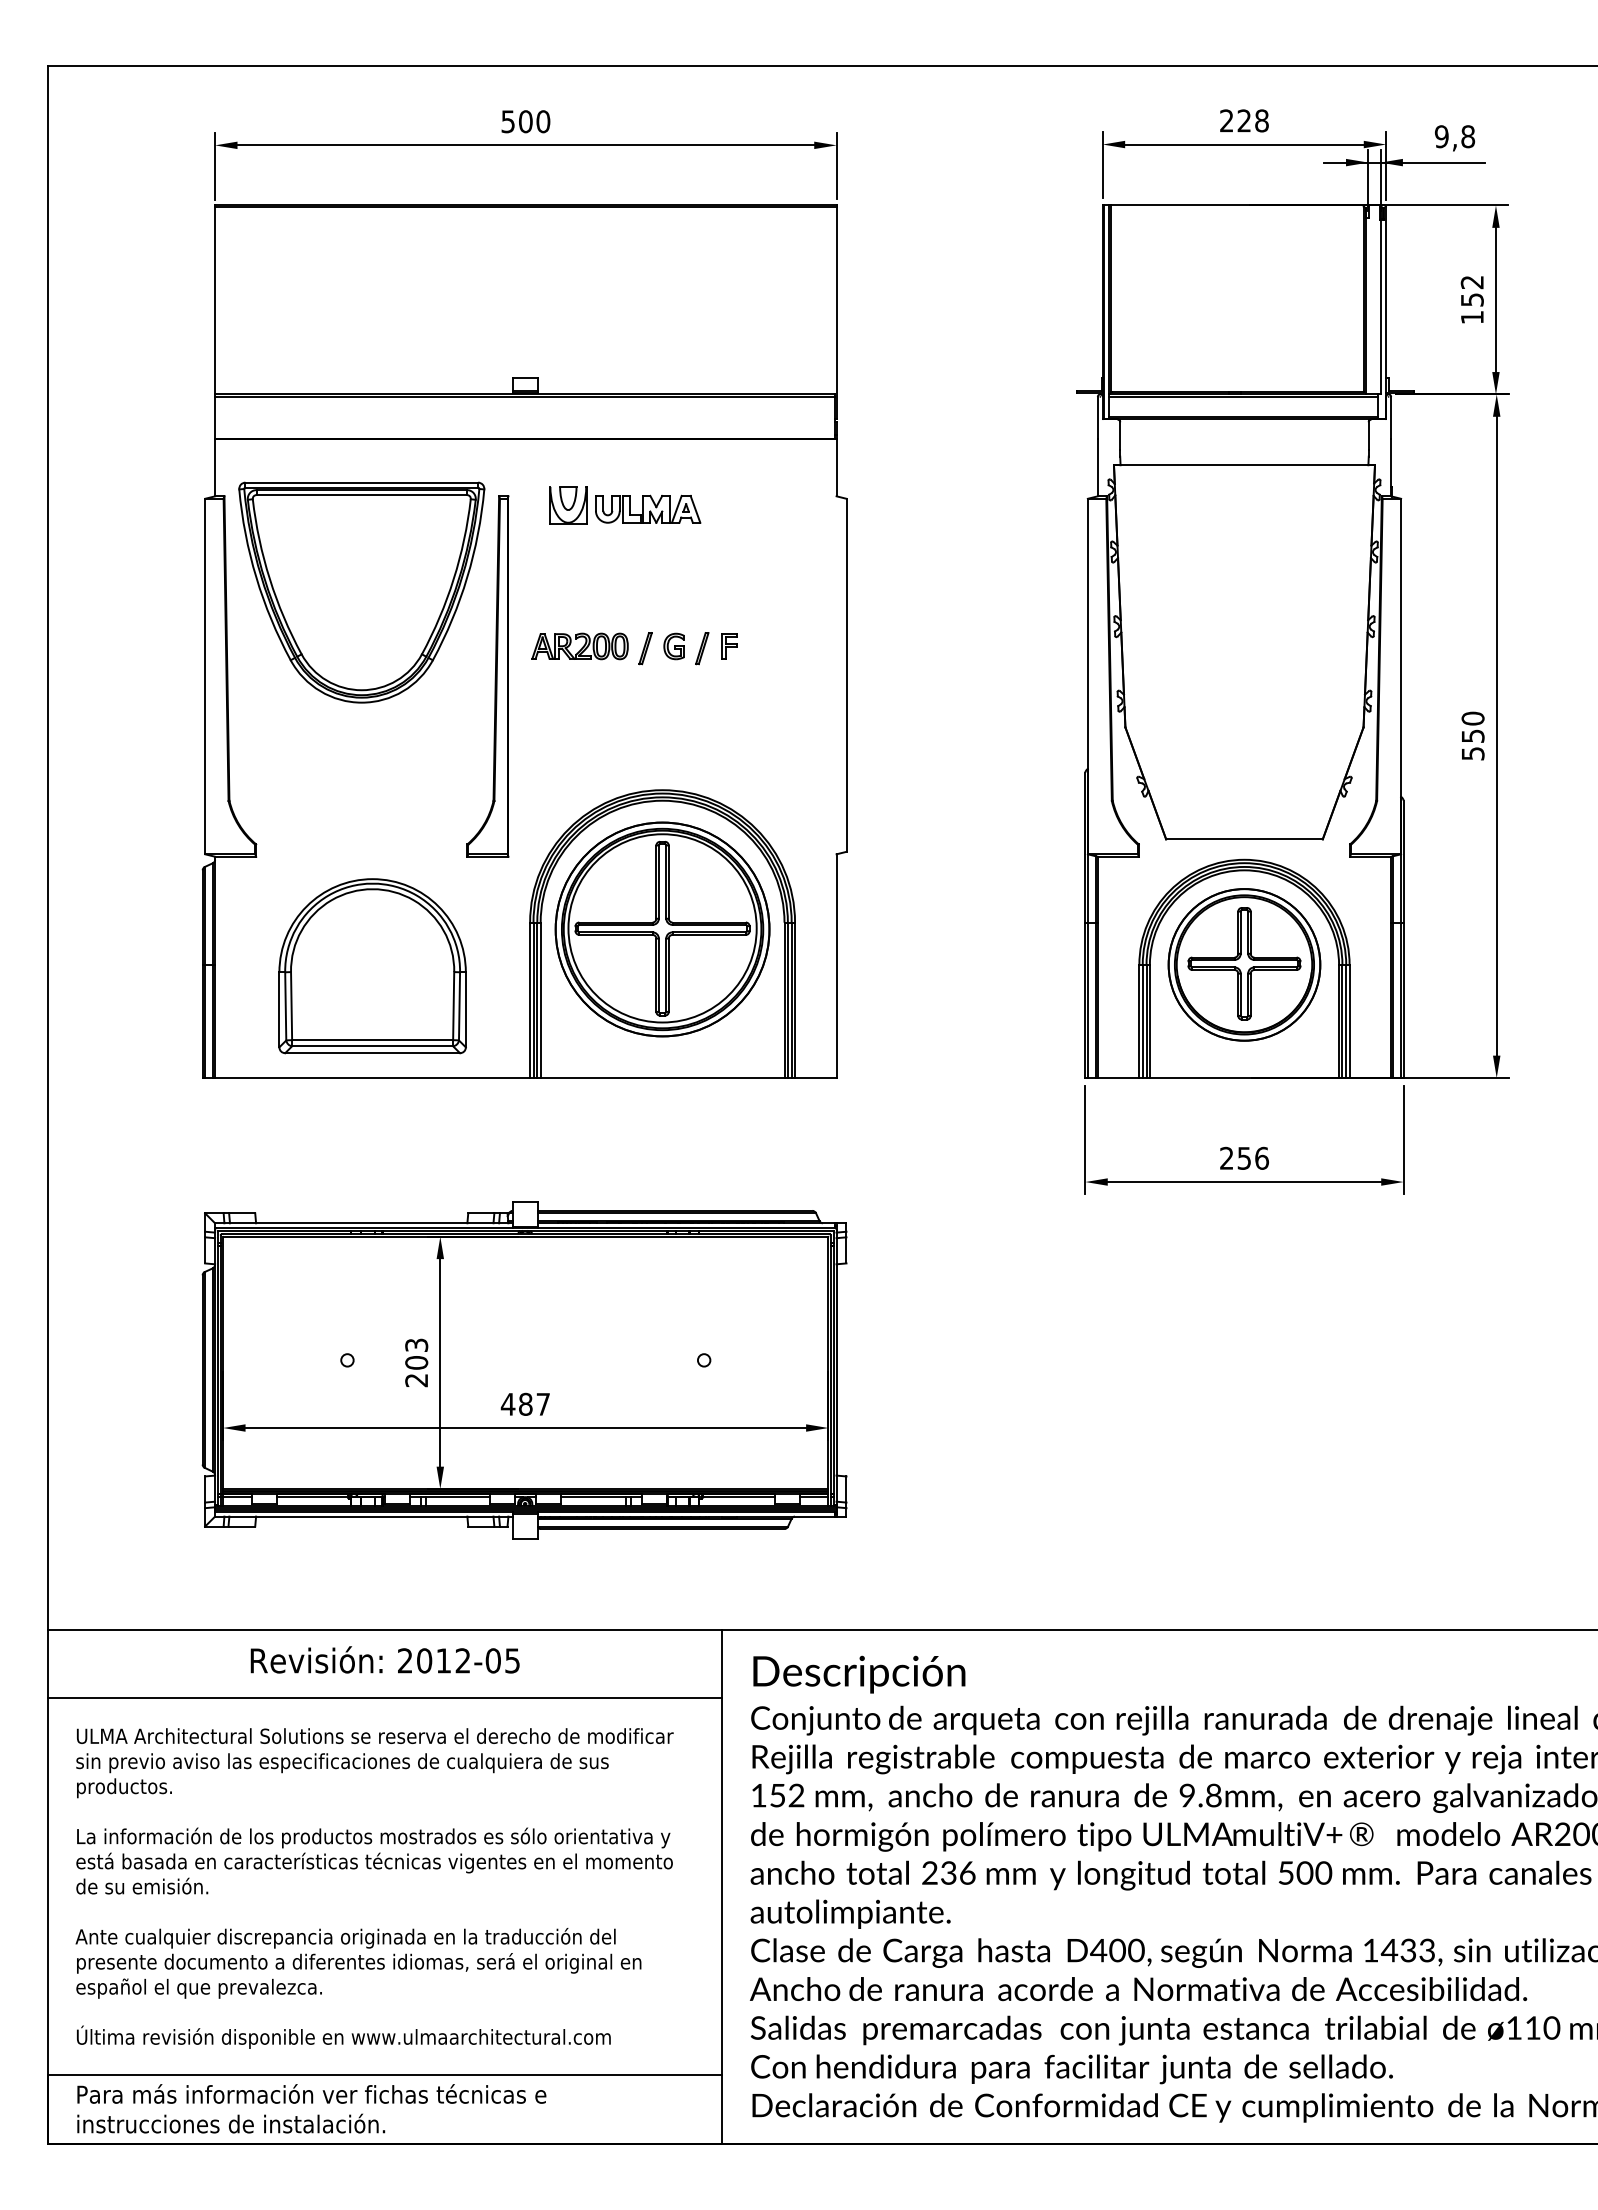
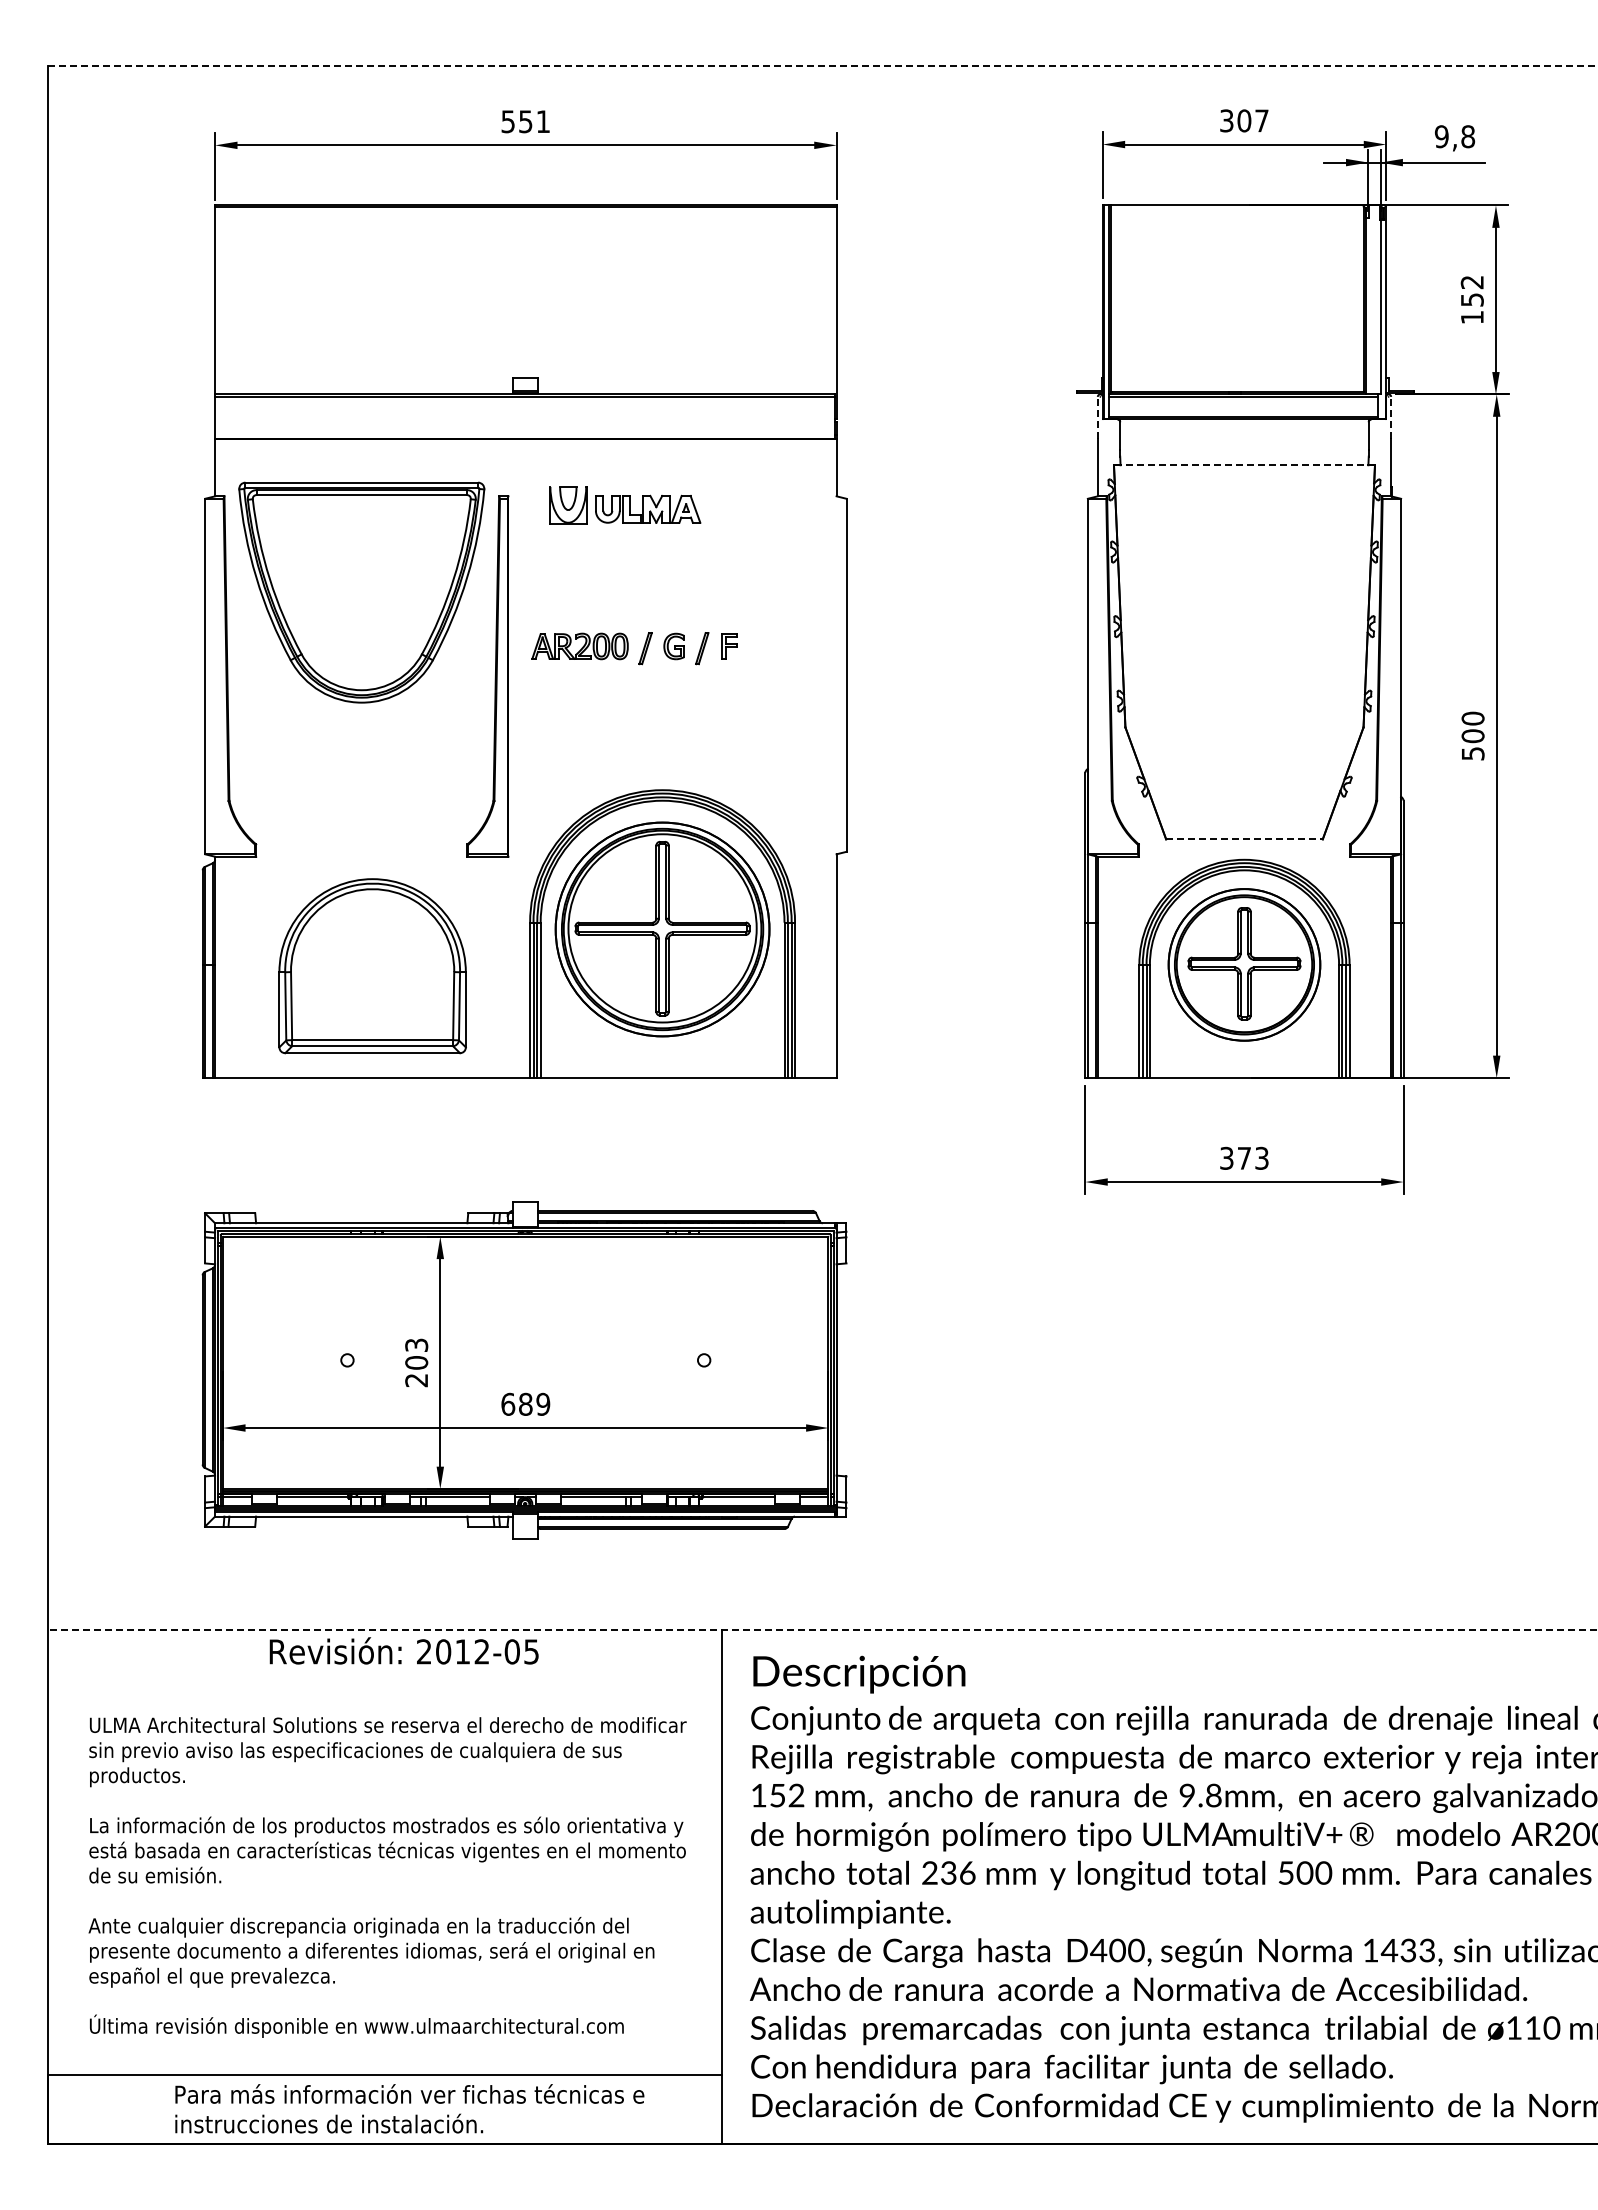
line at (822, 66): solid -> dashed
text at (1244, 120): 228 -> 307
text at (534, 121): 500 -> 551
line at (1097, 417): solid -> dashed
line at (1391, 417): solid -> dashed
line at (1244, 465): solid -> dashed
text at (1472, 736): 550 -> 500
line at (1244, 839): solid -> dashed
text at (1244, 1157): 256 -> 373
text at (525, 1403): 487 -> 689
line at (822, 1629): solid -> dashed
text at (384, 1659) position: (384, 1659) -> (403, 1650)
line at (384, 1698): present -> none
text at (374, 1888) position: (374, 1888) -> (387, 1877)
text at (311, 2108) position: (311, 2108) -> (409, 2108)
